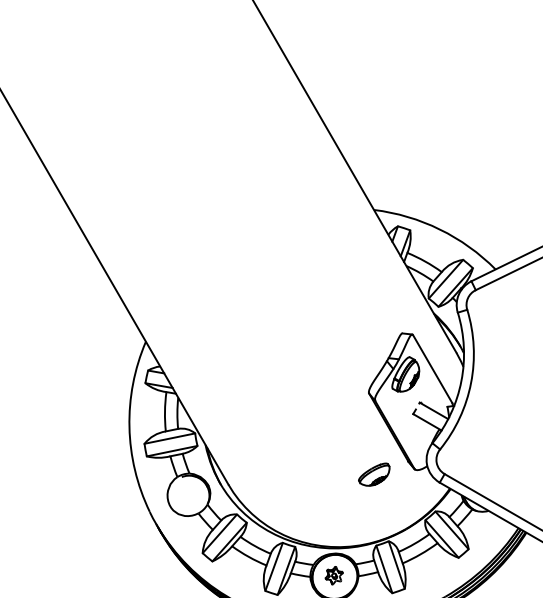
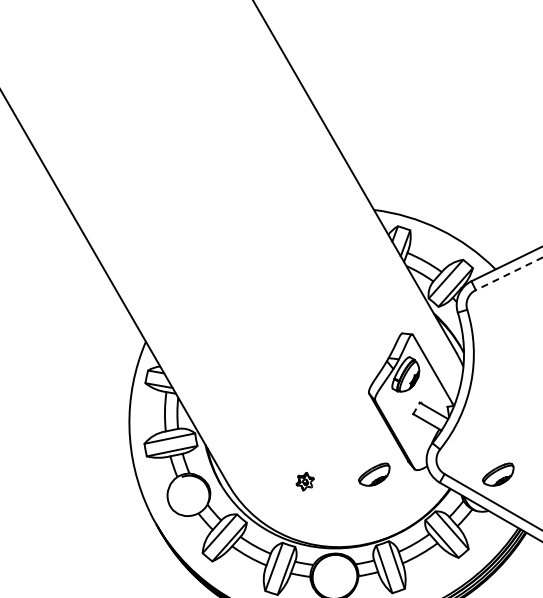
line at (509, 273): solid -> dashed
part at (498, 474): none -> present
part at (333, 575) position: (333, 575) -> (304, 481)
